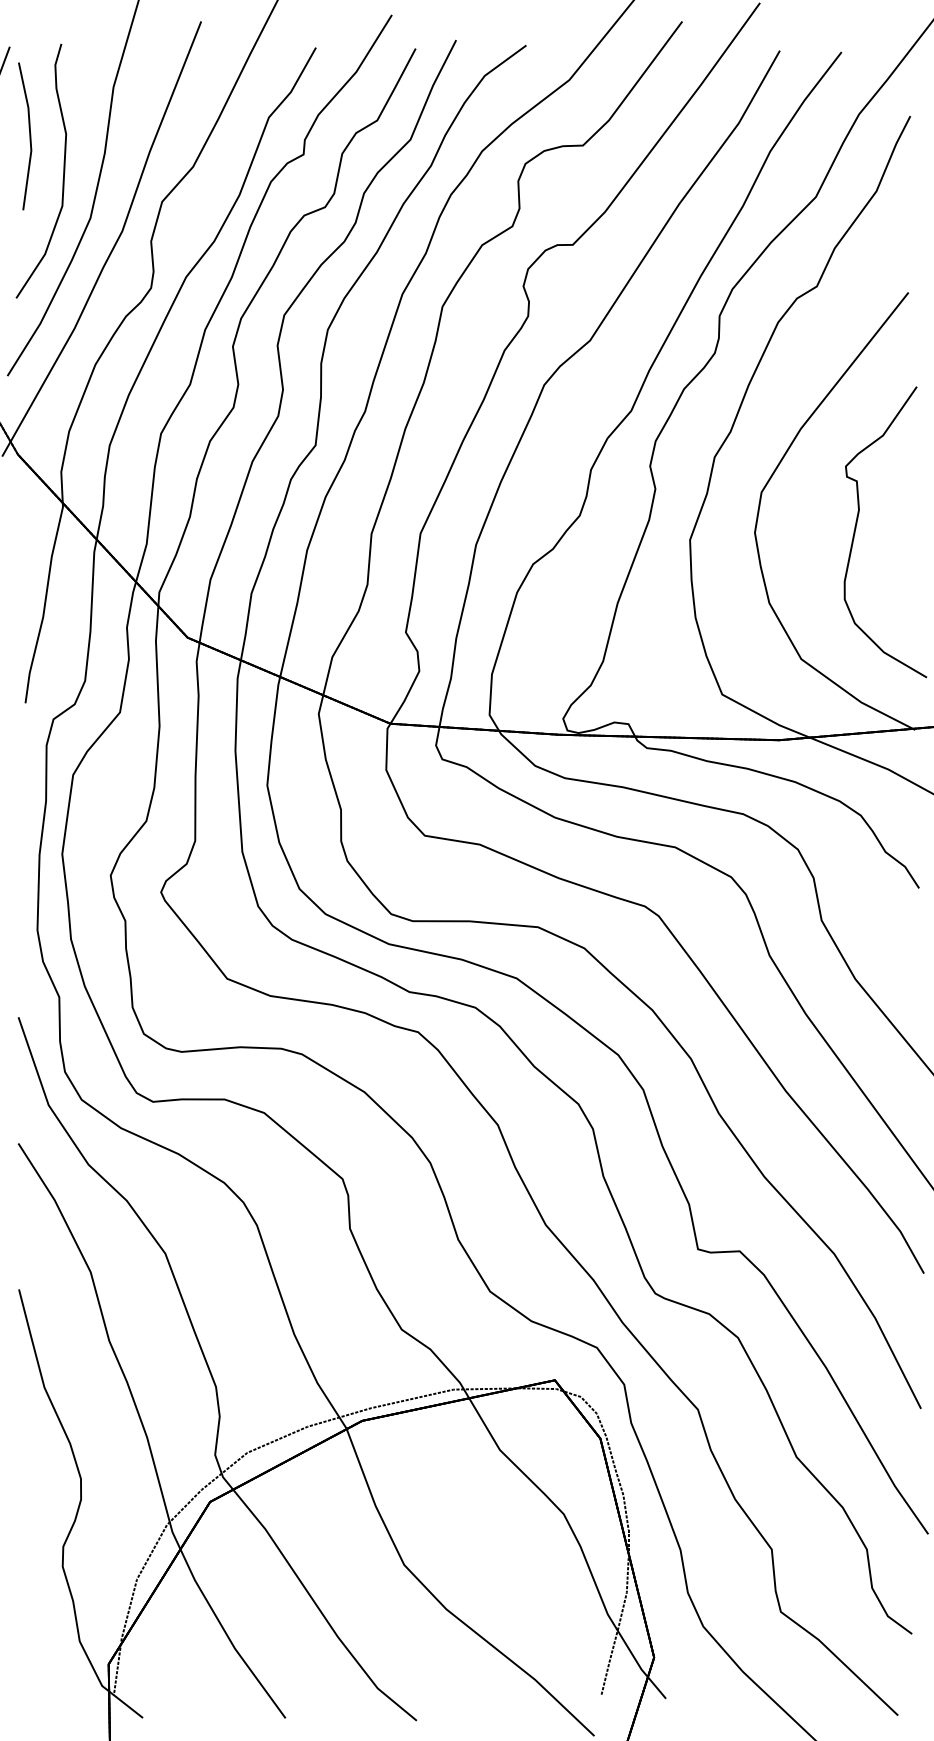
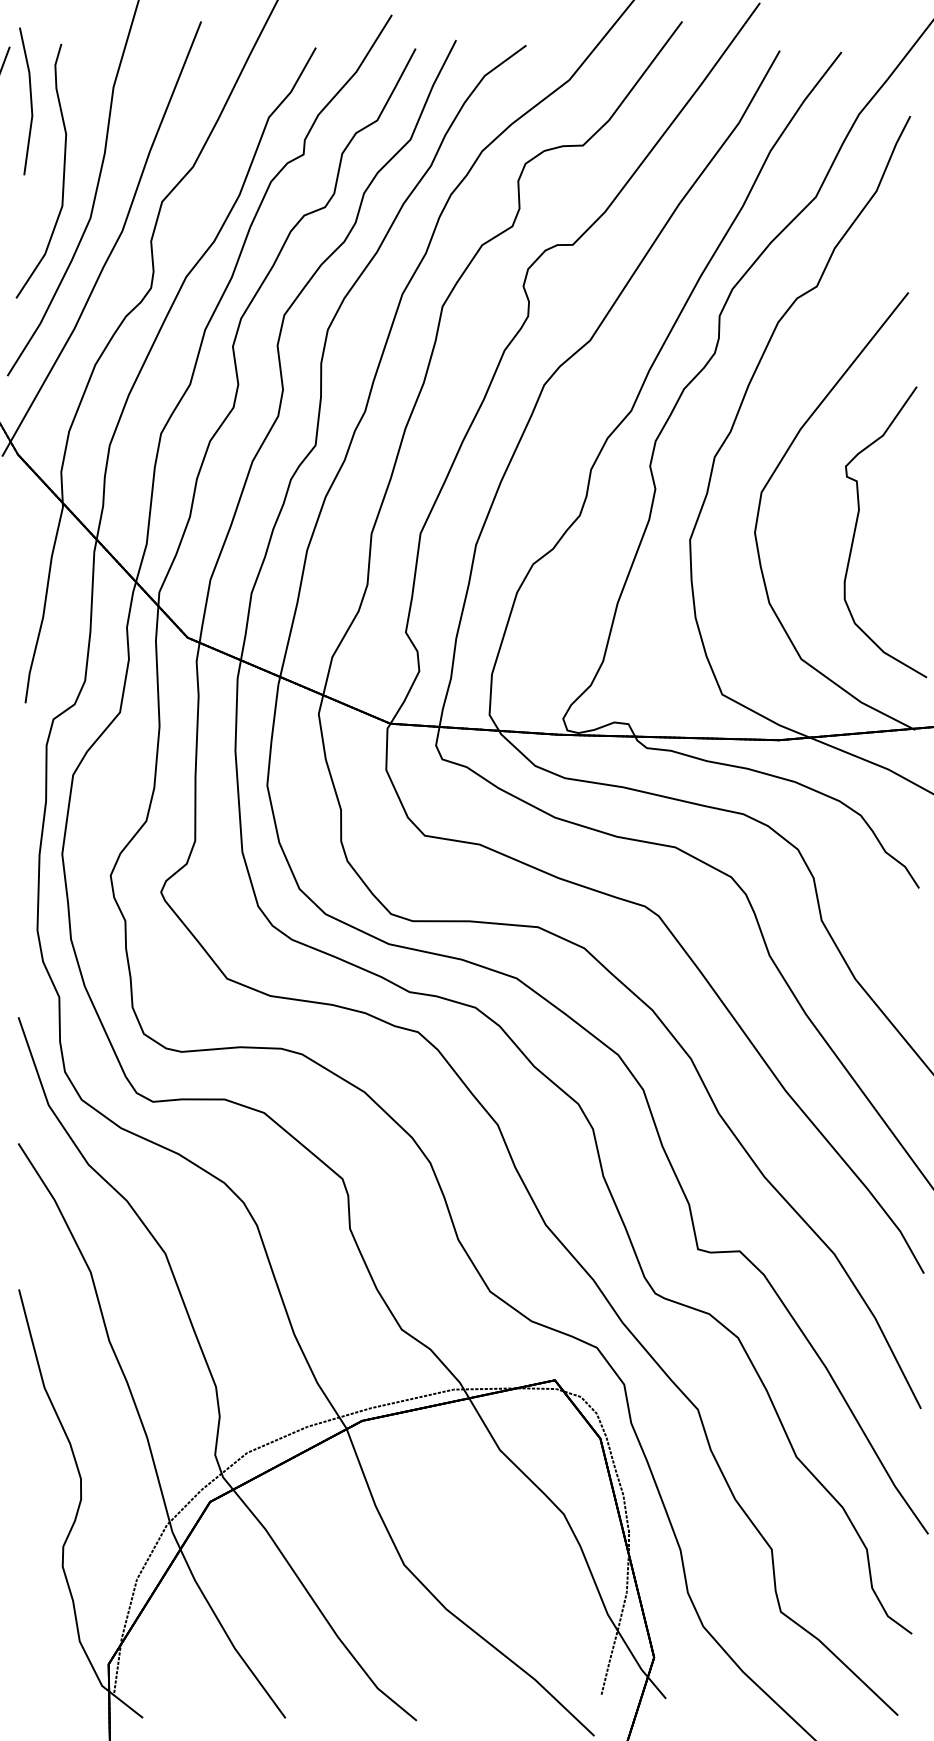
line at (29, 136) position: (29, 136) -> (30, 101)
